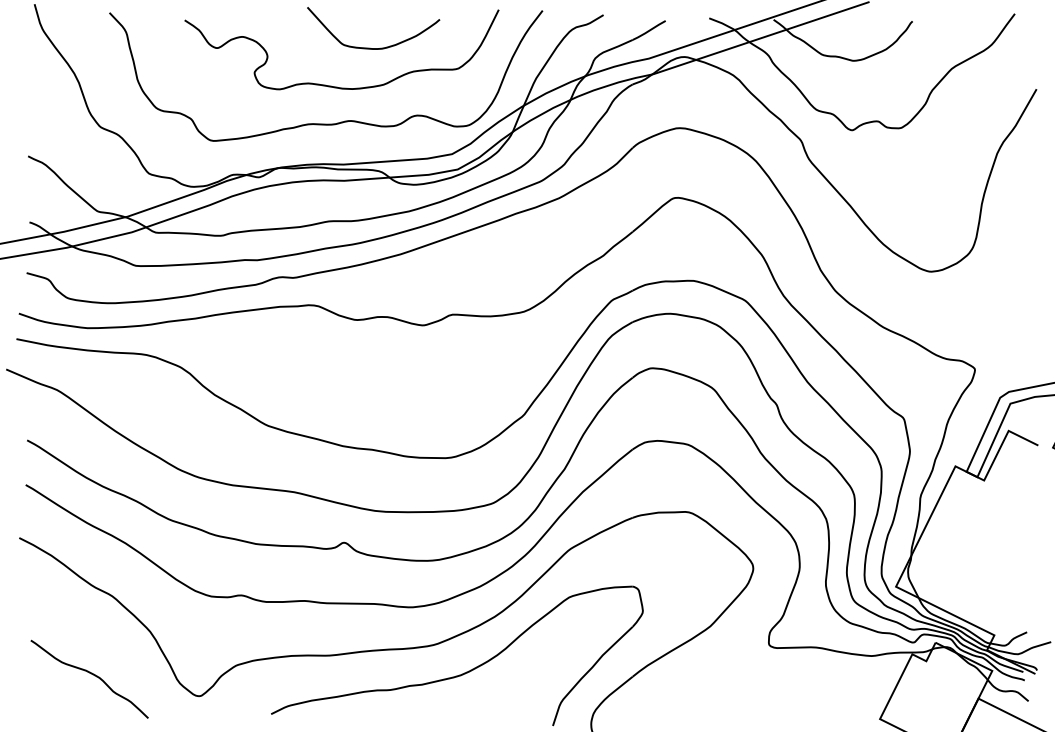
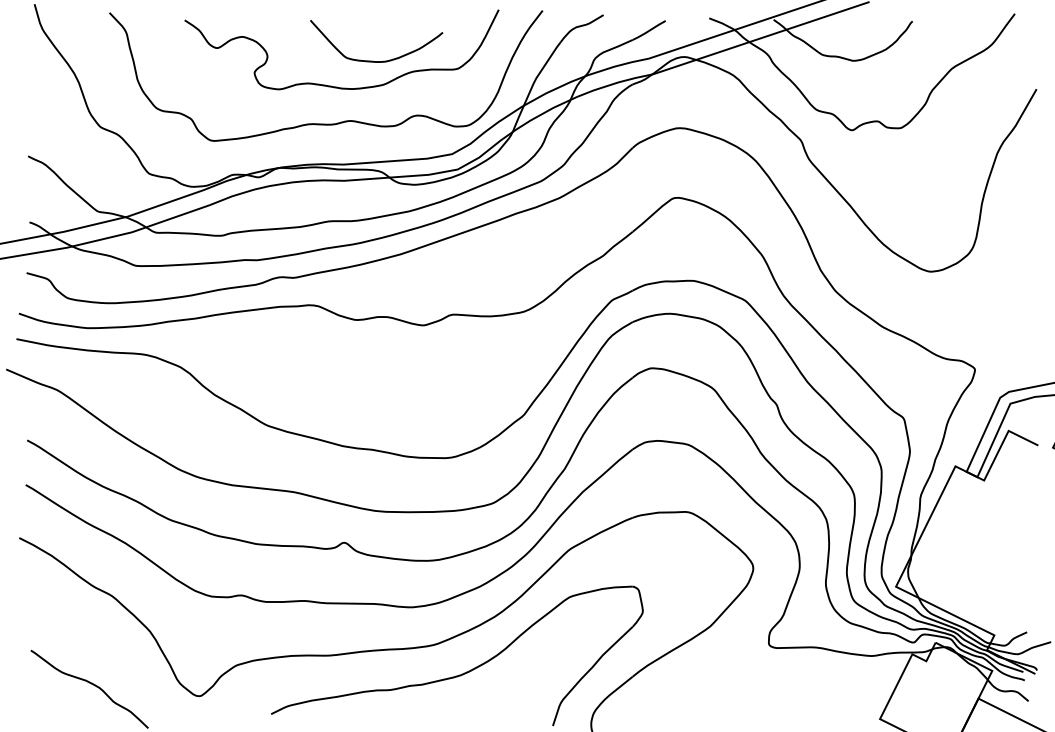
curve at (370, 47) position: (370, 47) -> (373, 60)
curve at (91, 674) position: (91, 674) -> (91, 684)
